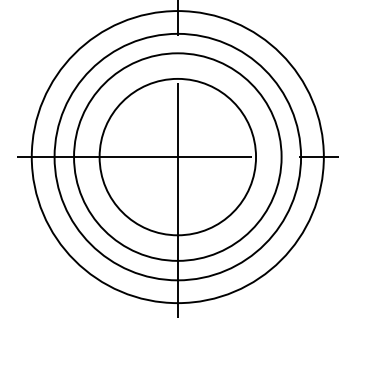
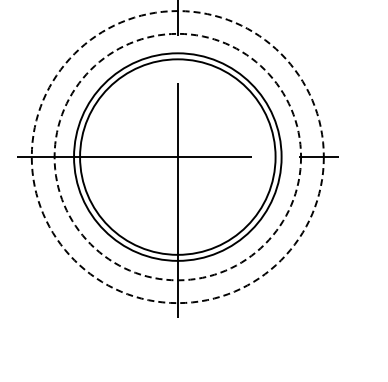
circle at (177, 156) diameter: 156 px -> 196 px
circle at (177, 156): solid -> dashed
circle at (177, 157): solid -> dashed
